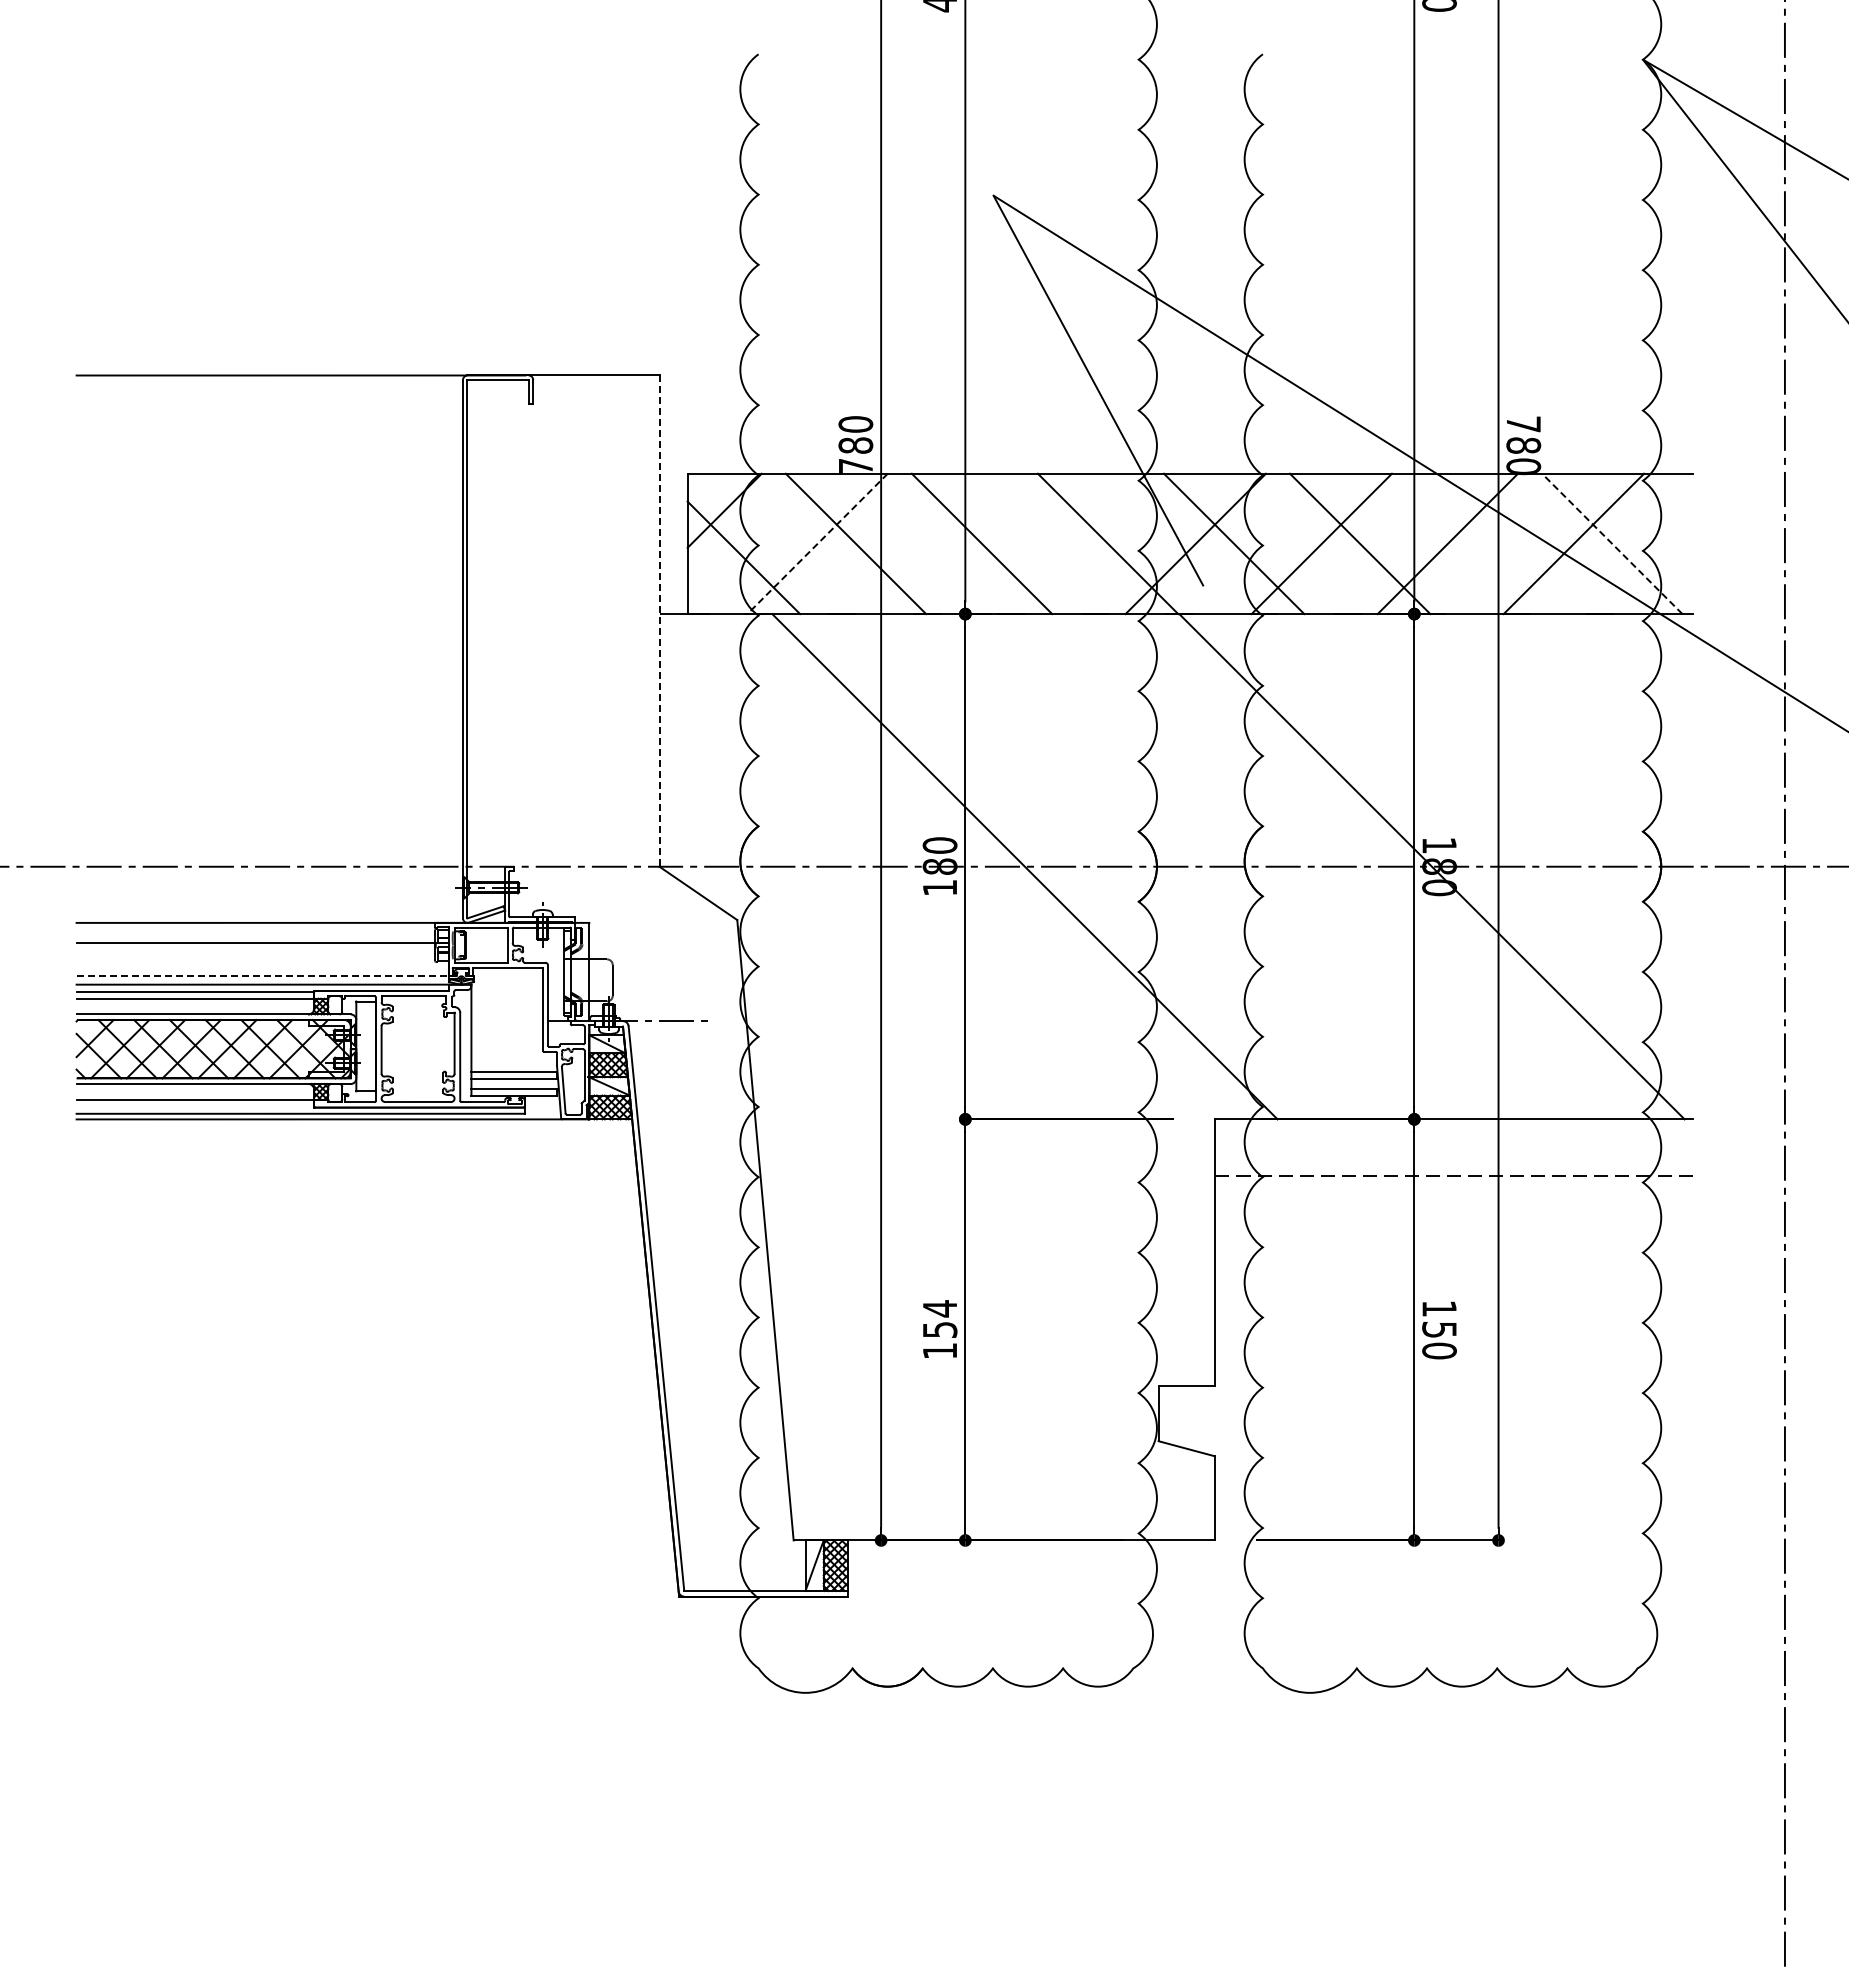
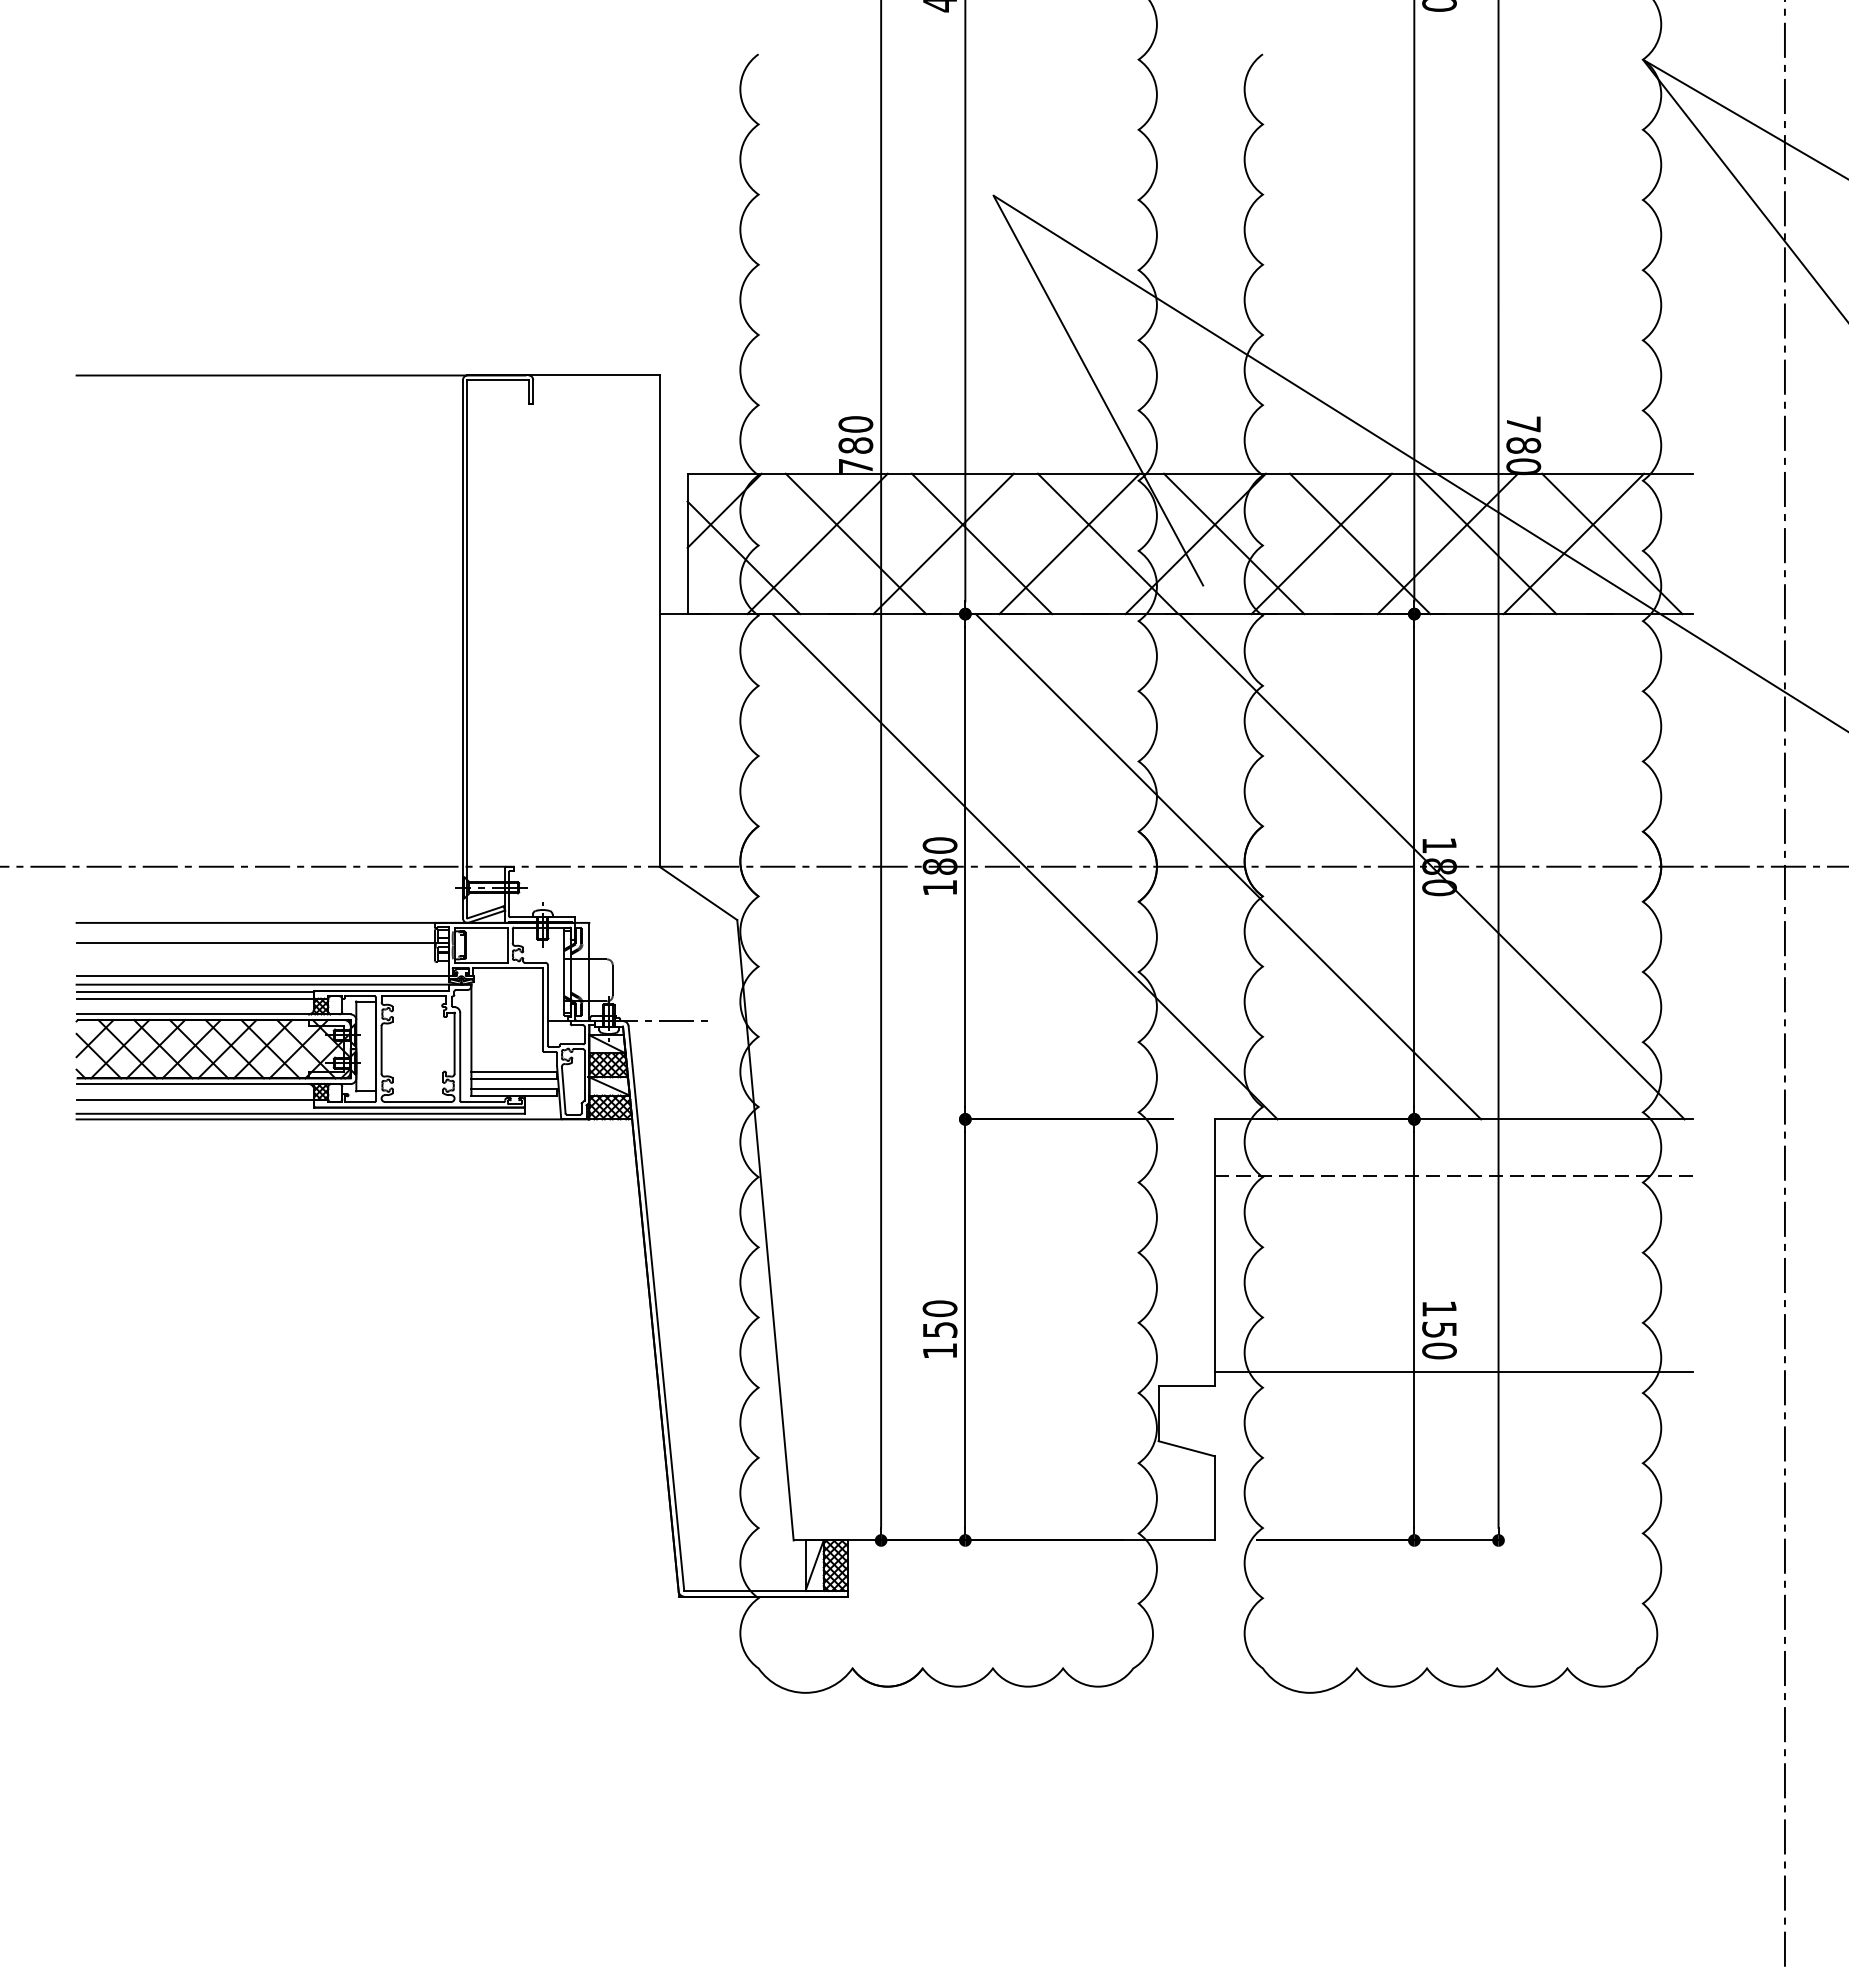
line at (943, 543): none -> present
line at (1069, 543): none -> present
line at (1486, 543): none -> present
line at (1611, 543): dashed -> solid
line at (817, 544): dashed -> solid
line at (659, 621): dashed -> solid
line at (1228, 866): none -> present
line at (263, 976): dashed -> solid
text at (939, 1308): 154 -> 150
line at (1453, 1372): none -> present
